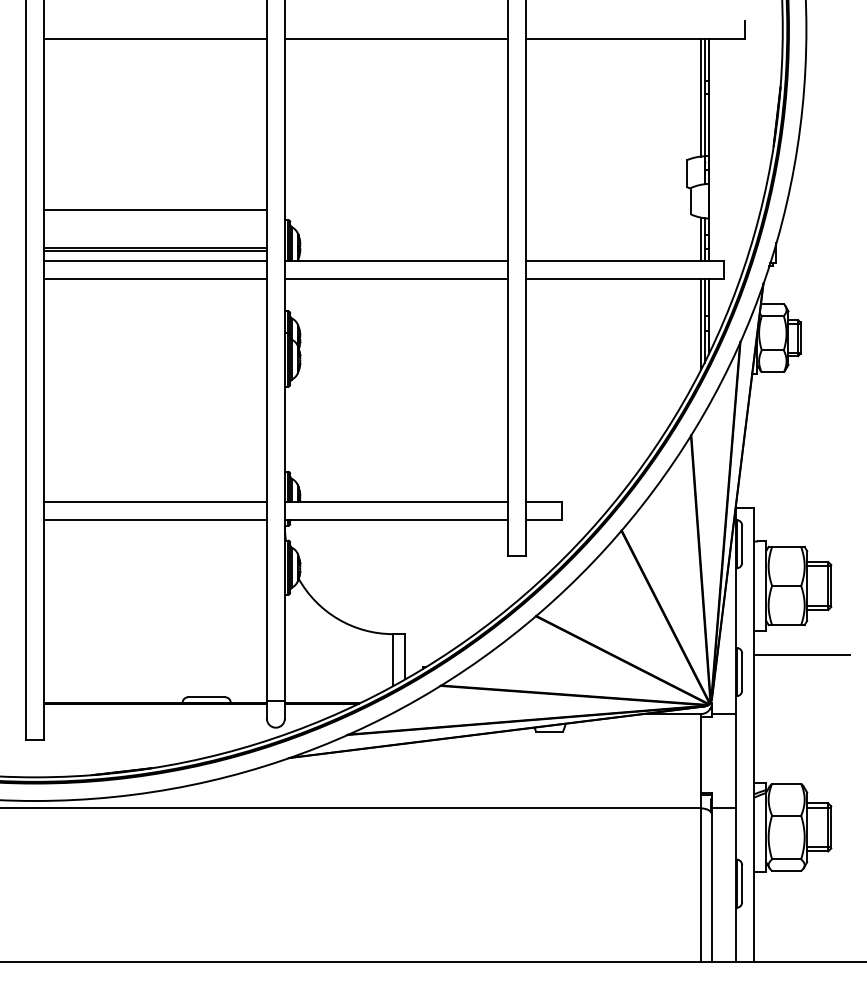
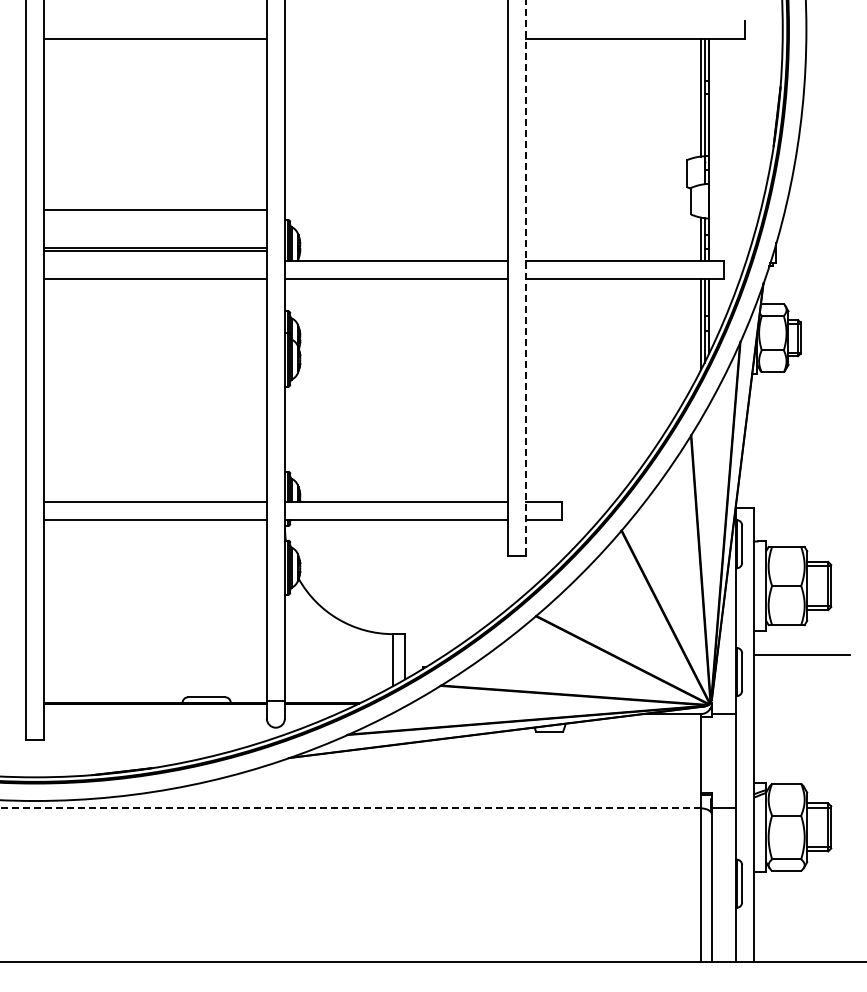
line at (395, 38): present -> none
line at (155, 261): present -> none
line at (525, 278): solid -> dashed
line at (349, 808): solid -> dashed
